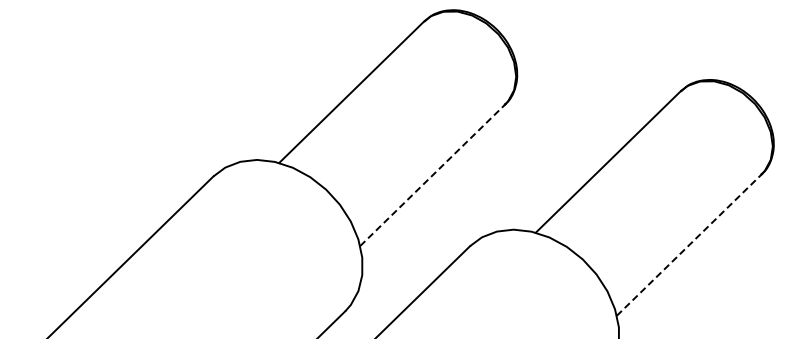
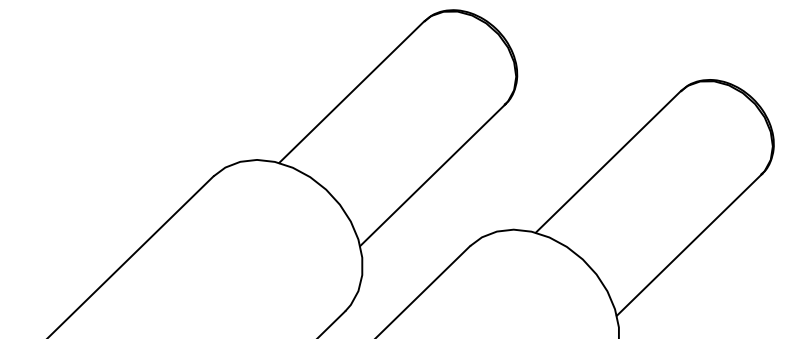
line at (433, 174): dashed -> solid
line at (689, 244): dashed -> solid
